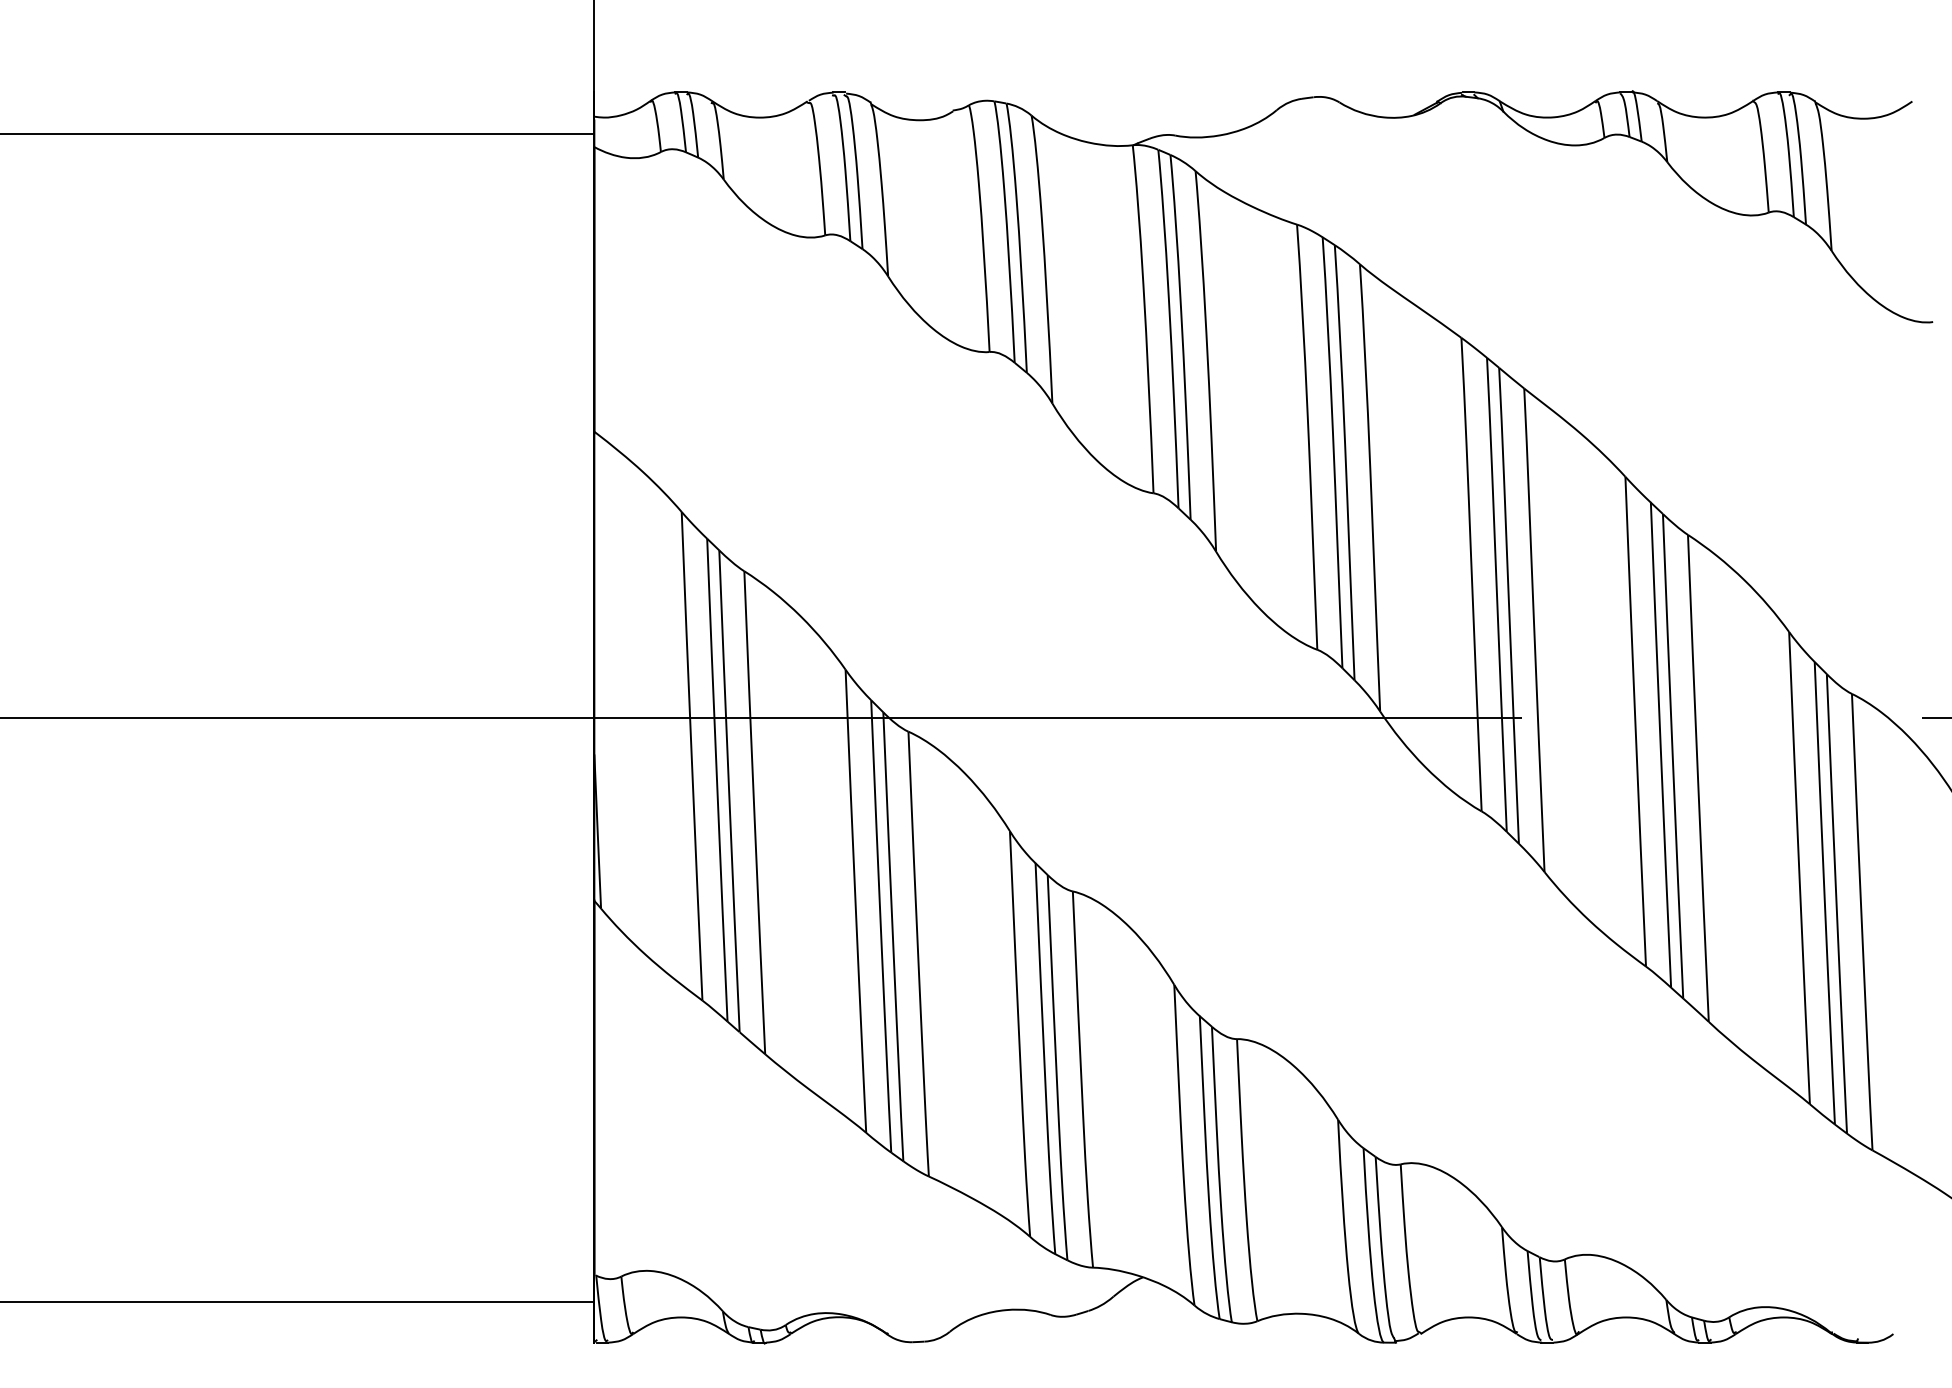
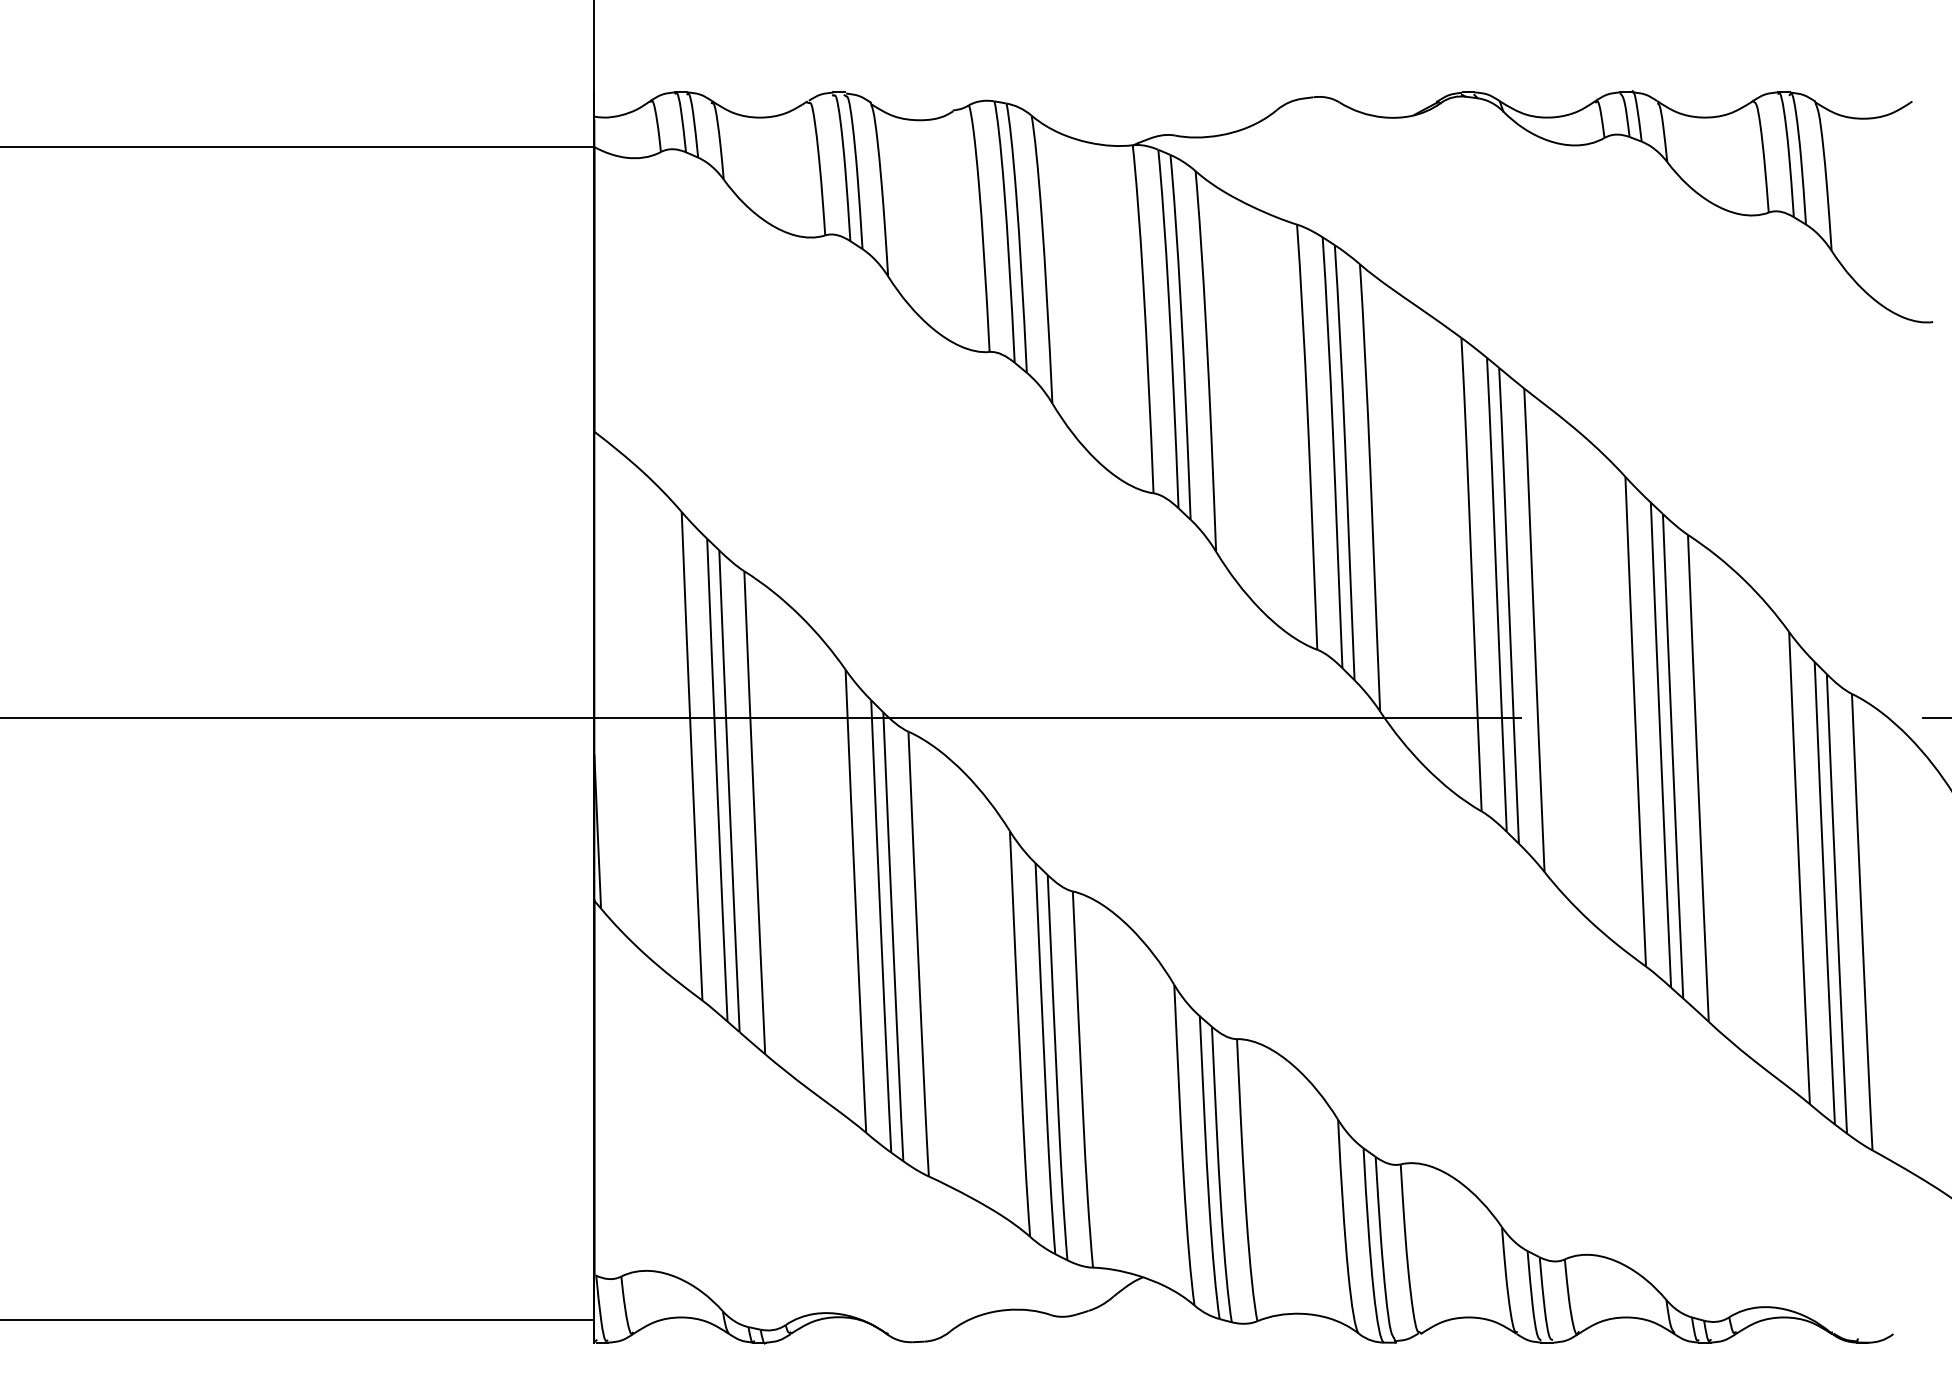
line at (298, 133) position: (298, 133) -> (298, 146)
line at (298, 1302) position: (298, 1302) -> (298, 1320)
